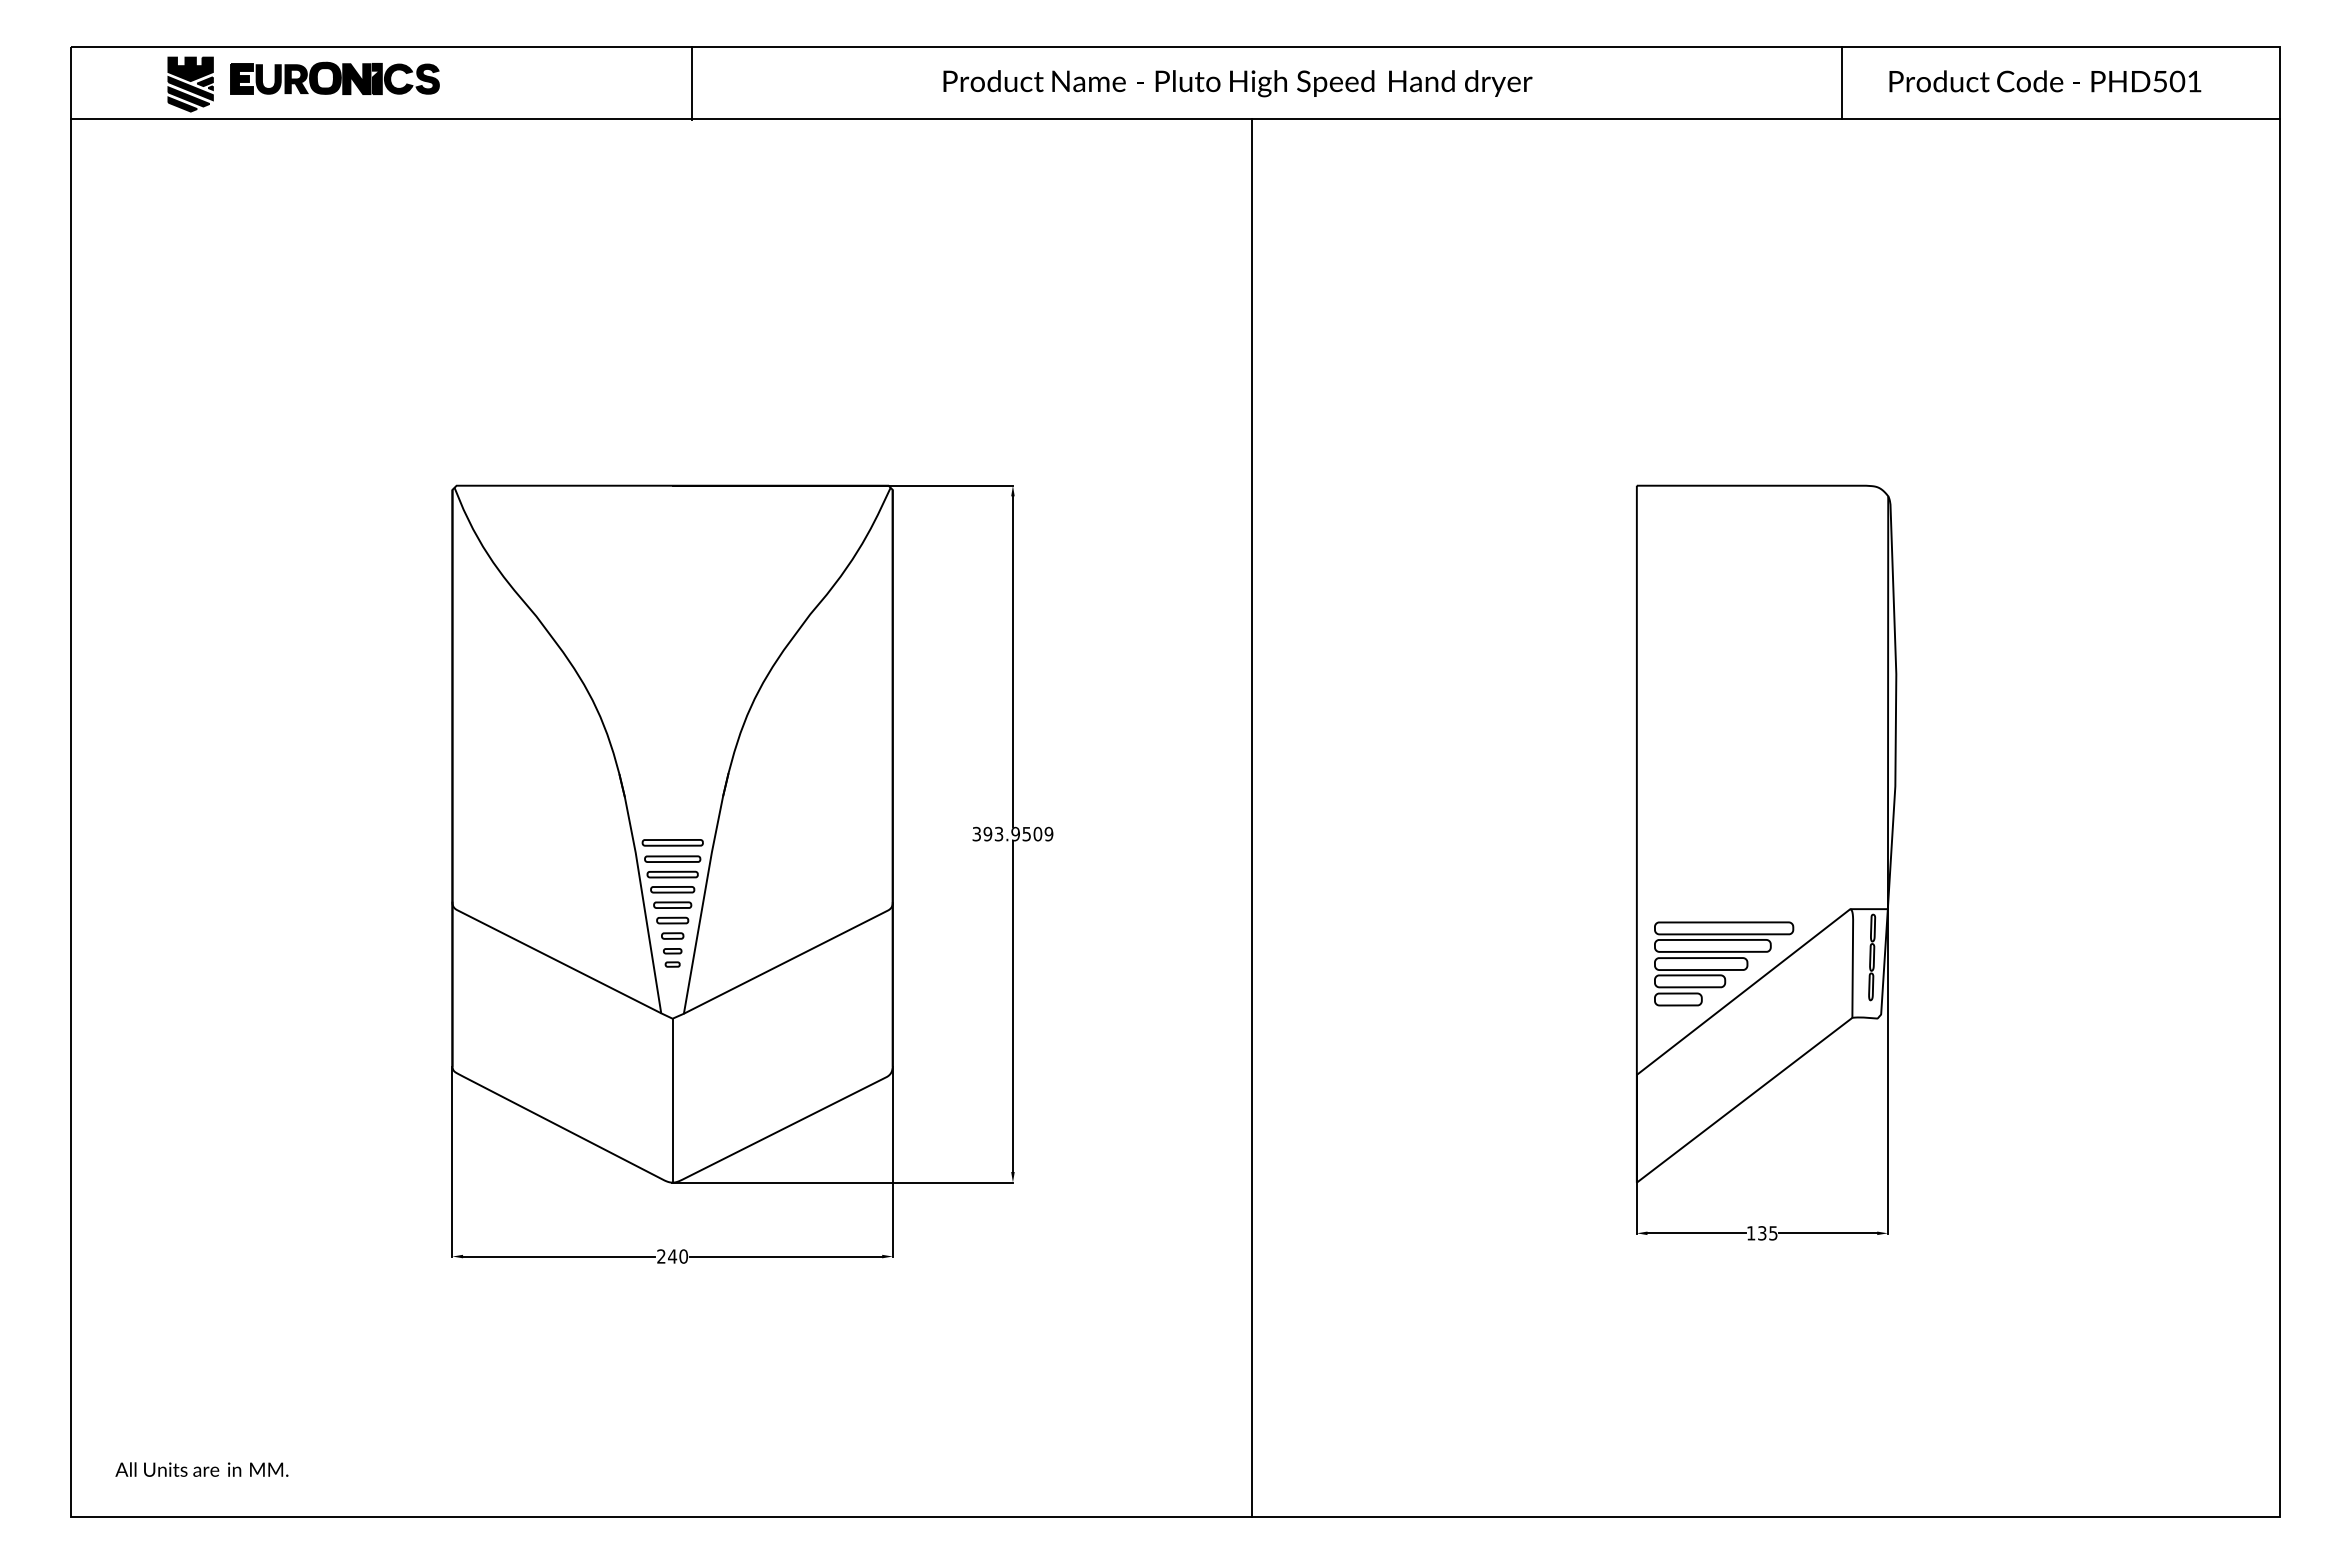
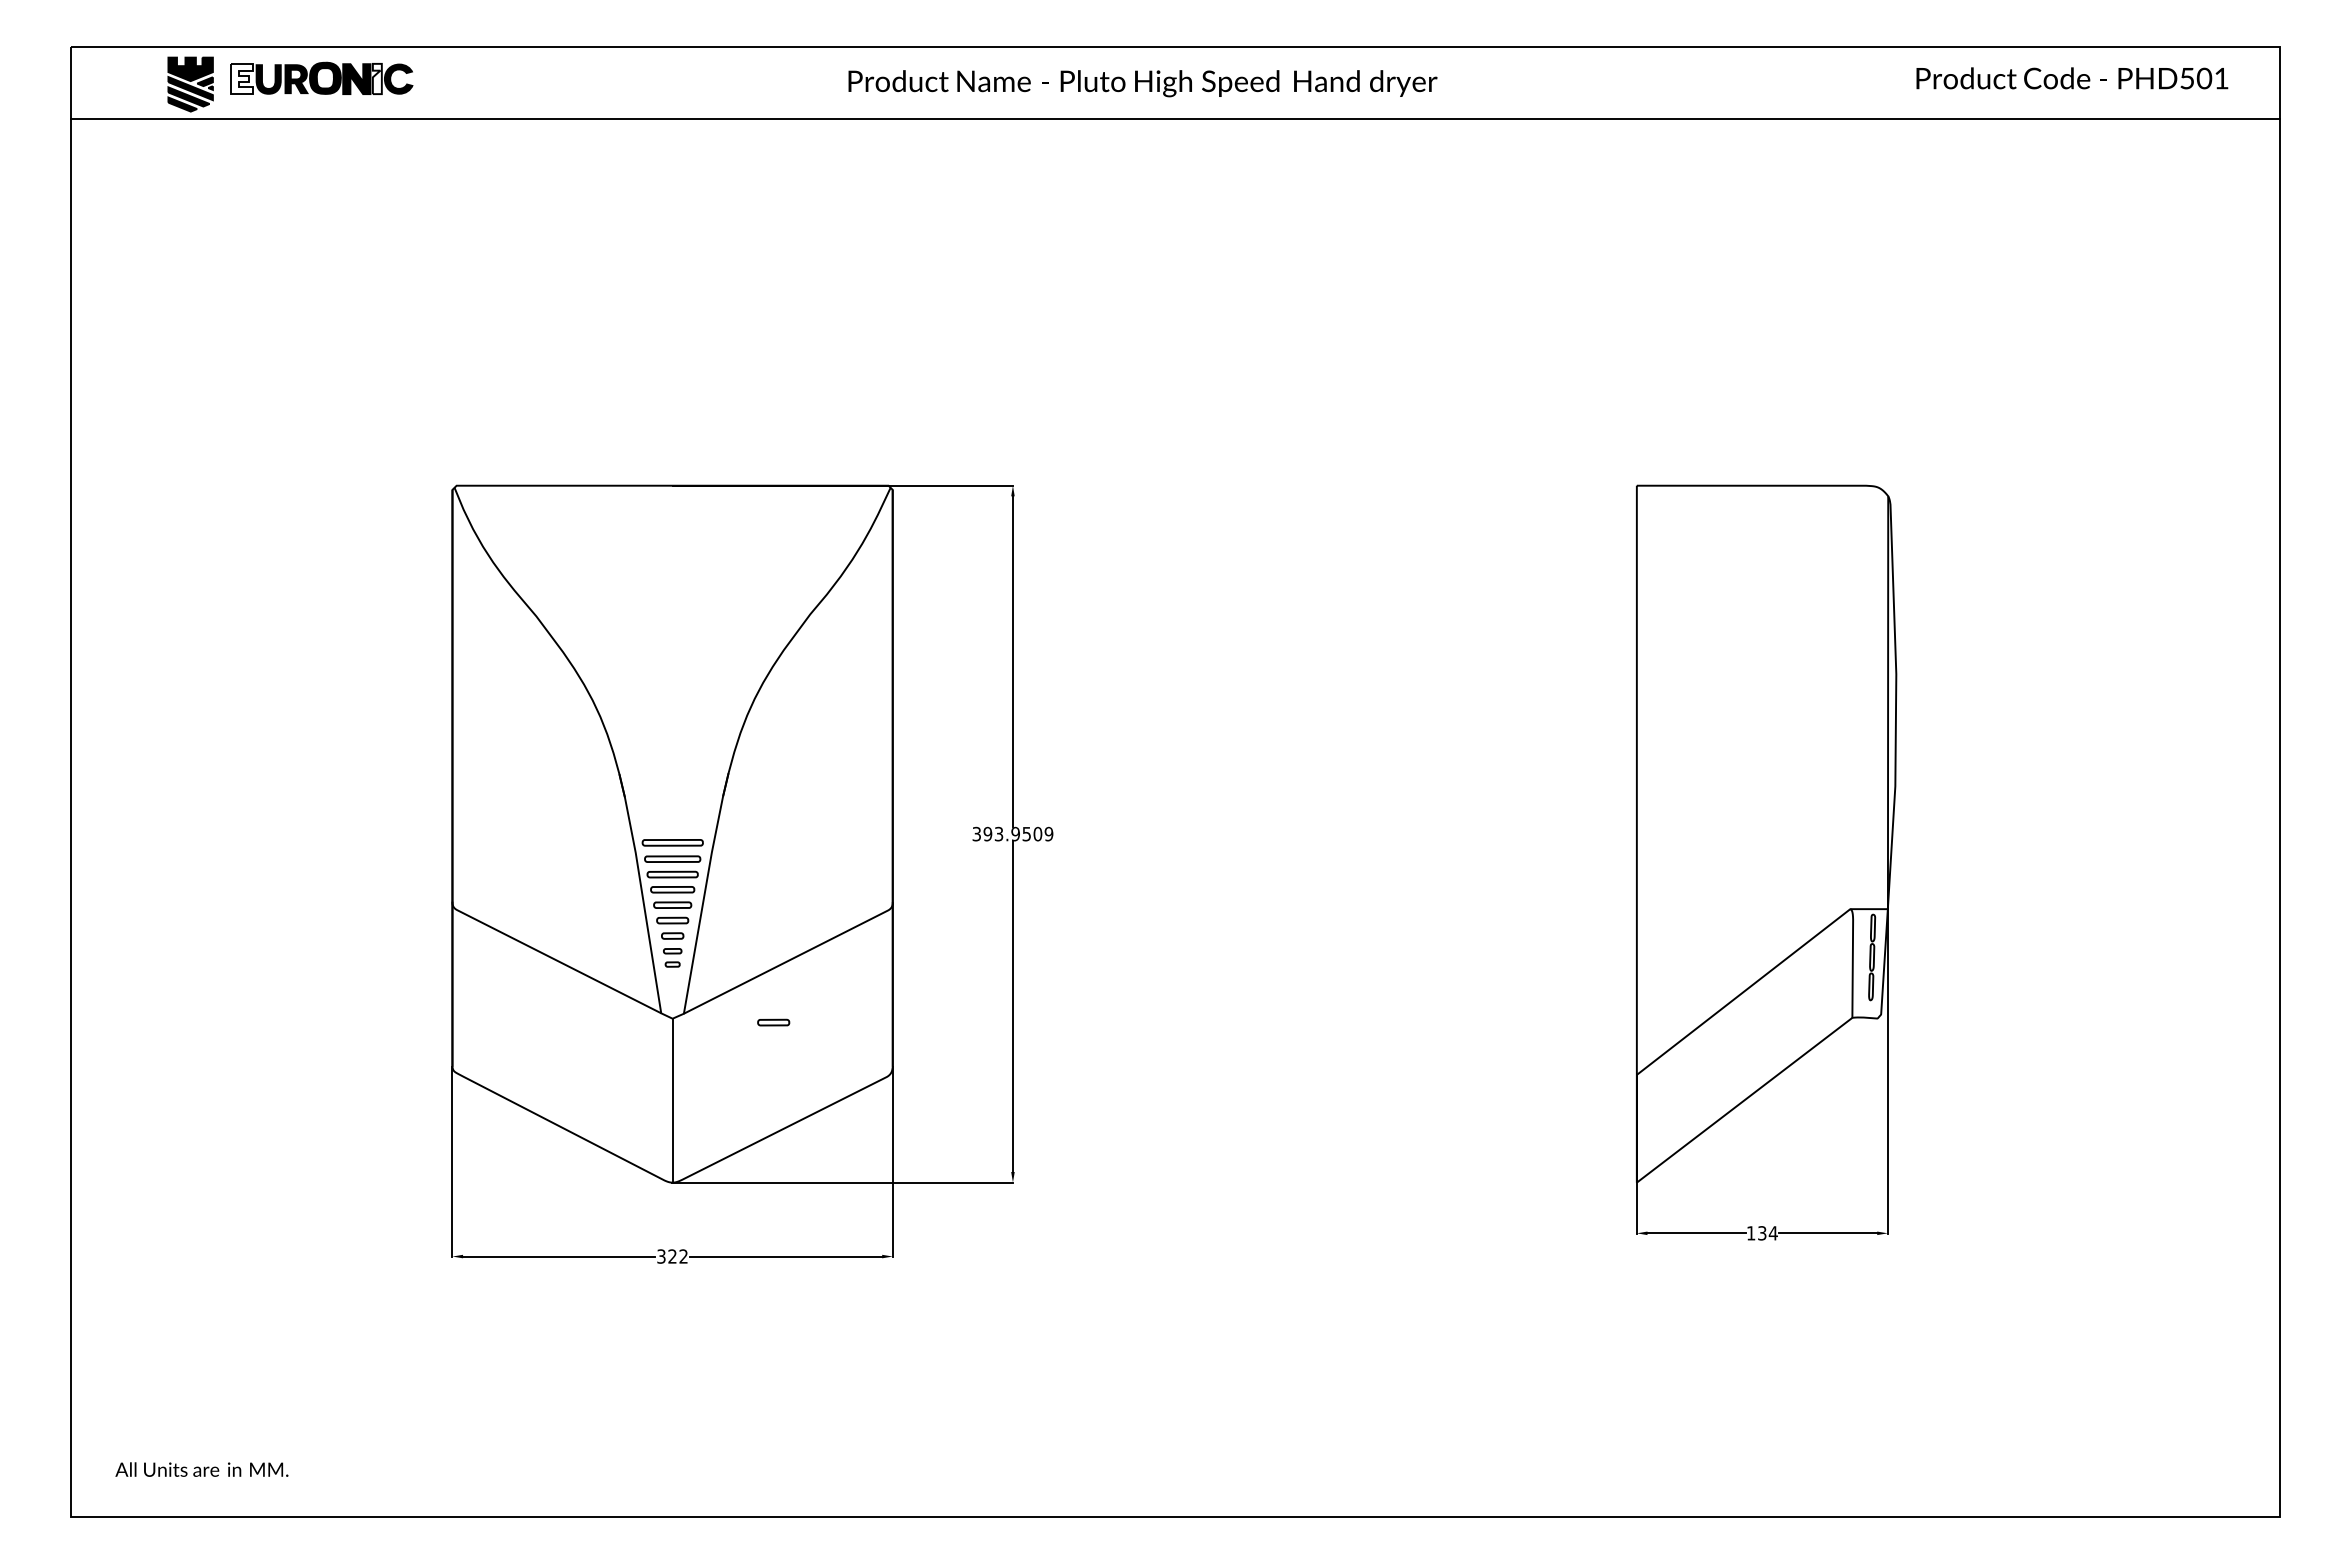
fill at (376, 78): present -> none
fill at (427, 78): present -> none
fill at (242, 79): present -> none
text at (2045, 81) position: (2045, 81) -> (2072, 78)
line at (691, 82): present -> none
text at (1237, 83) position: (1237, 83) -> (1142, 83)
line at (1841, 83): present -> none
line at (1252, 818): present -> none
part at (1724, 963): present -> none
part at (773, 1022): none -> present
text at (1772, 1233): 135 -> 134
text at (672, 1256): 240 -> 322
